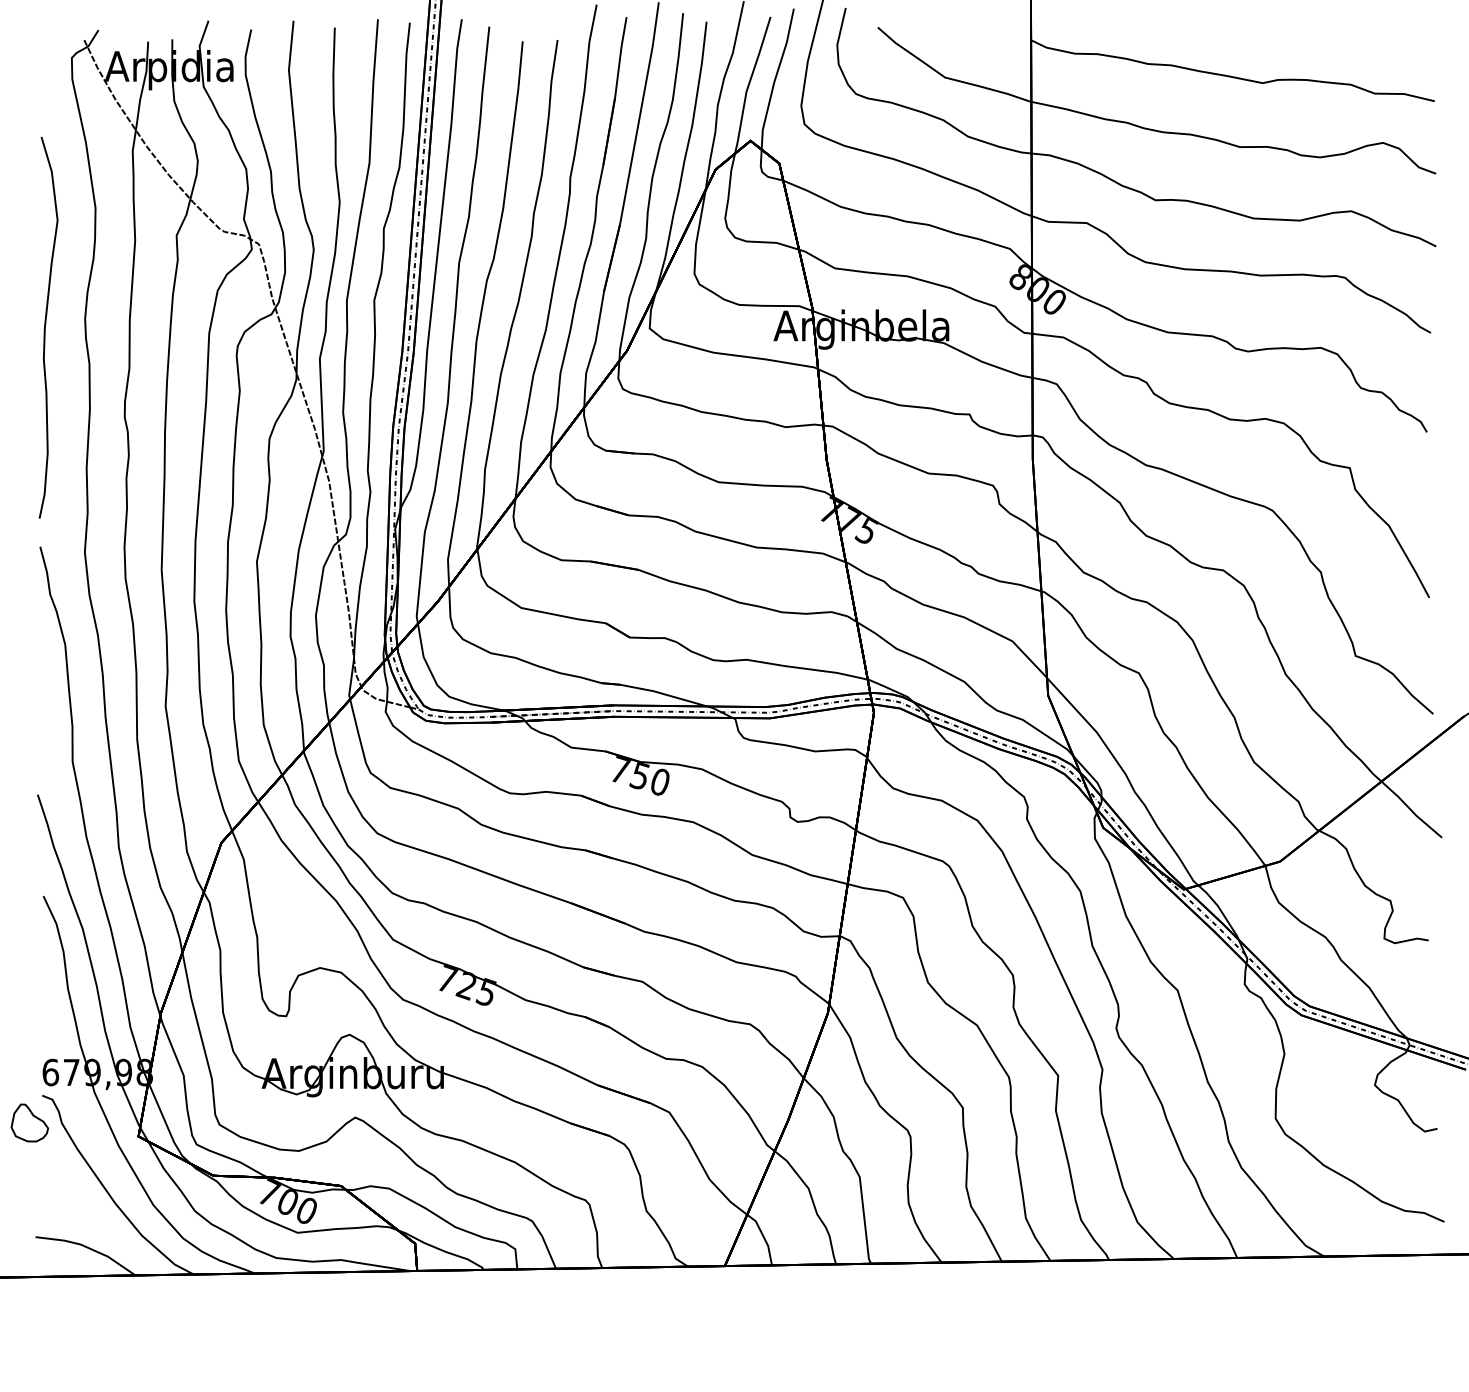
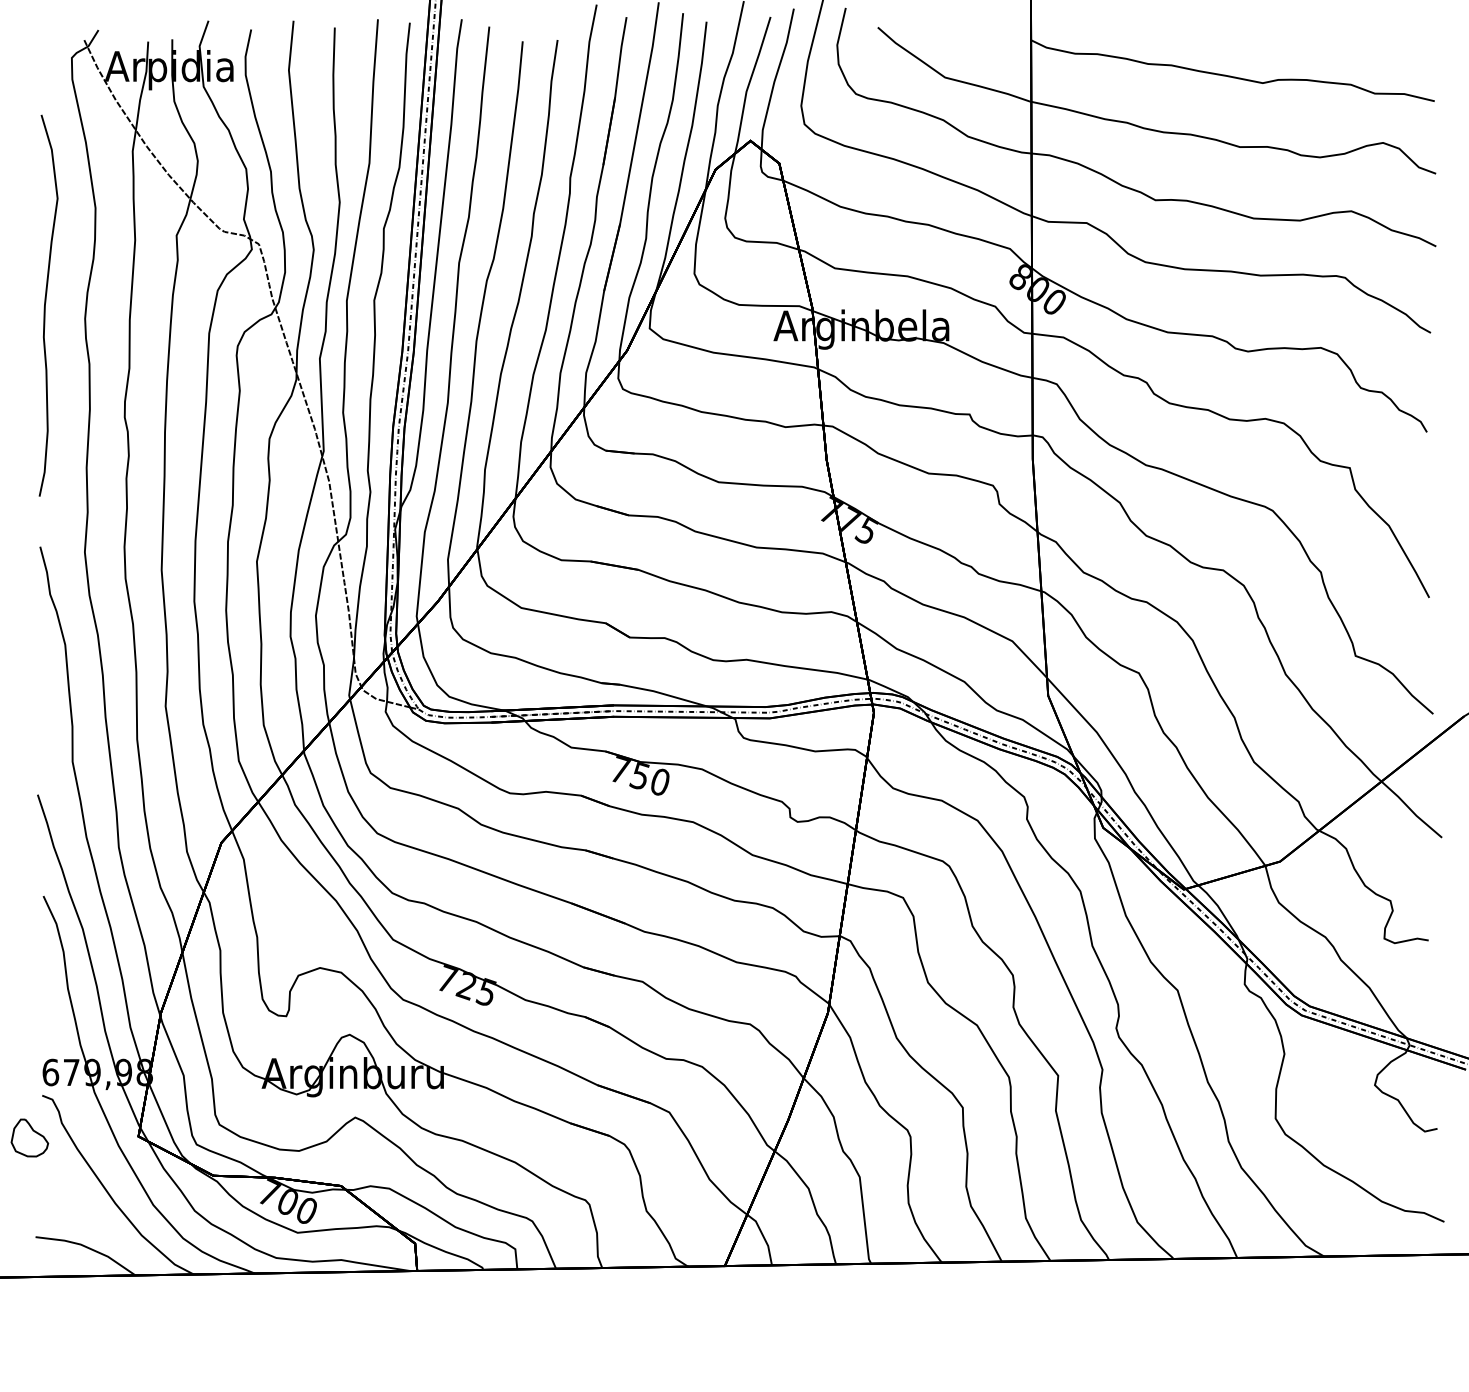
curve at (45, 327) position: (45, 327) -> (45, 305)
part at (29, 1122) position: (29, 1122) -> (29, 1137)
